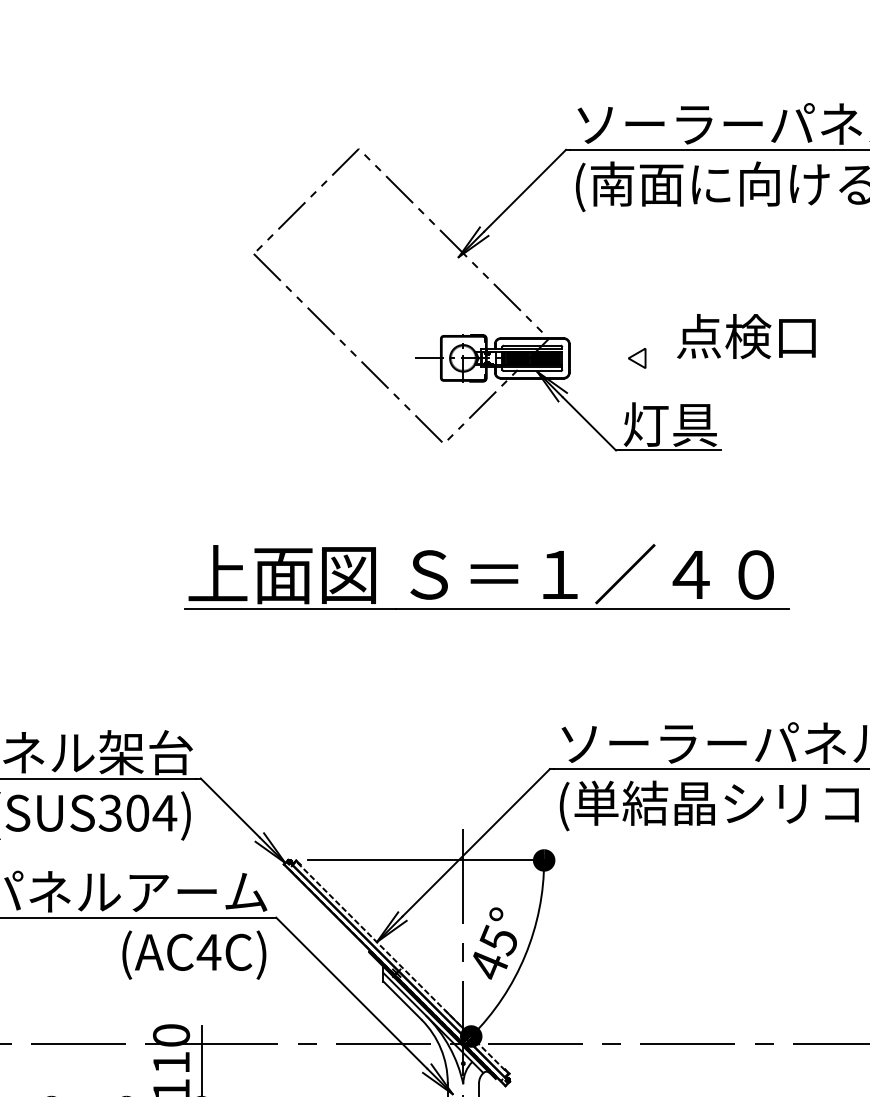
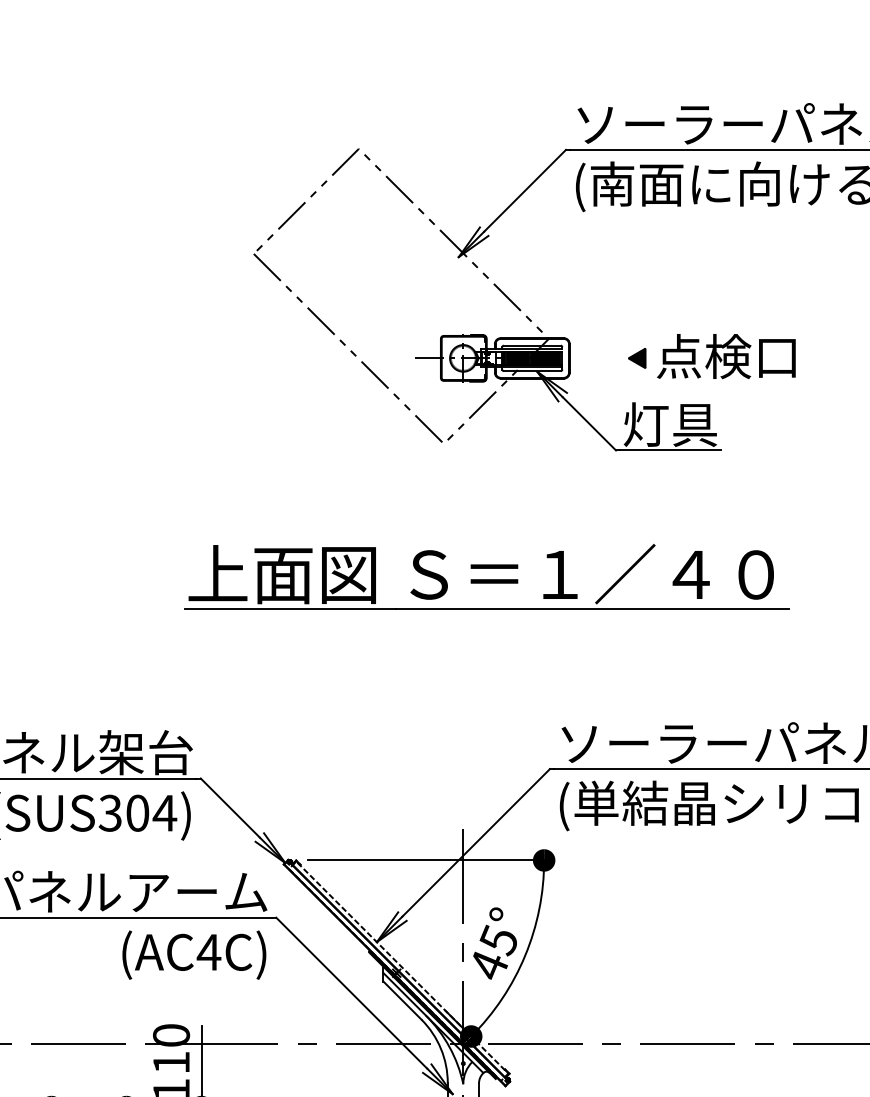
text at (746, 336) position: (746, 336) -> (726, 356)
fill at (636, 358): none -> present
